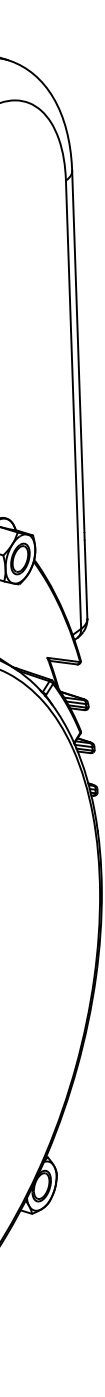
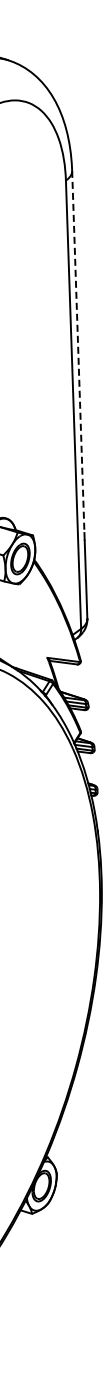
line at (78, 351): solid -> dashed
